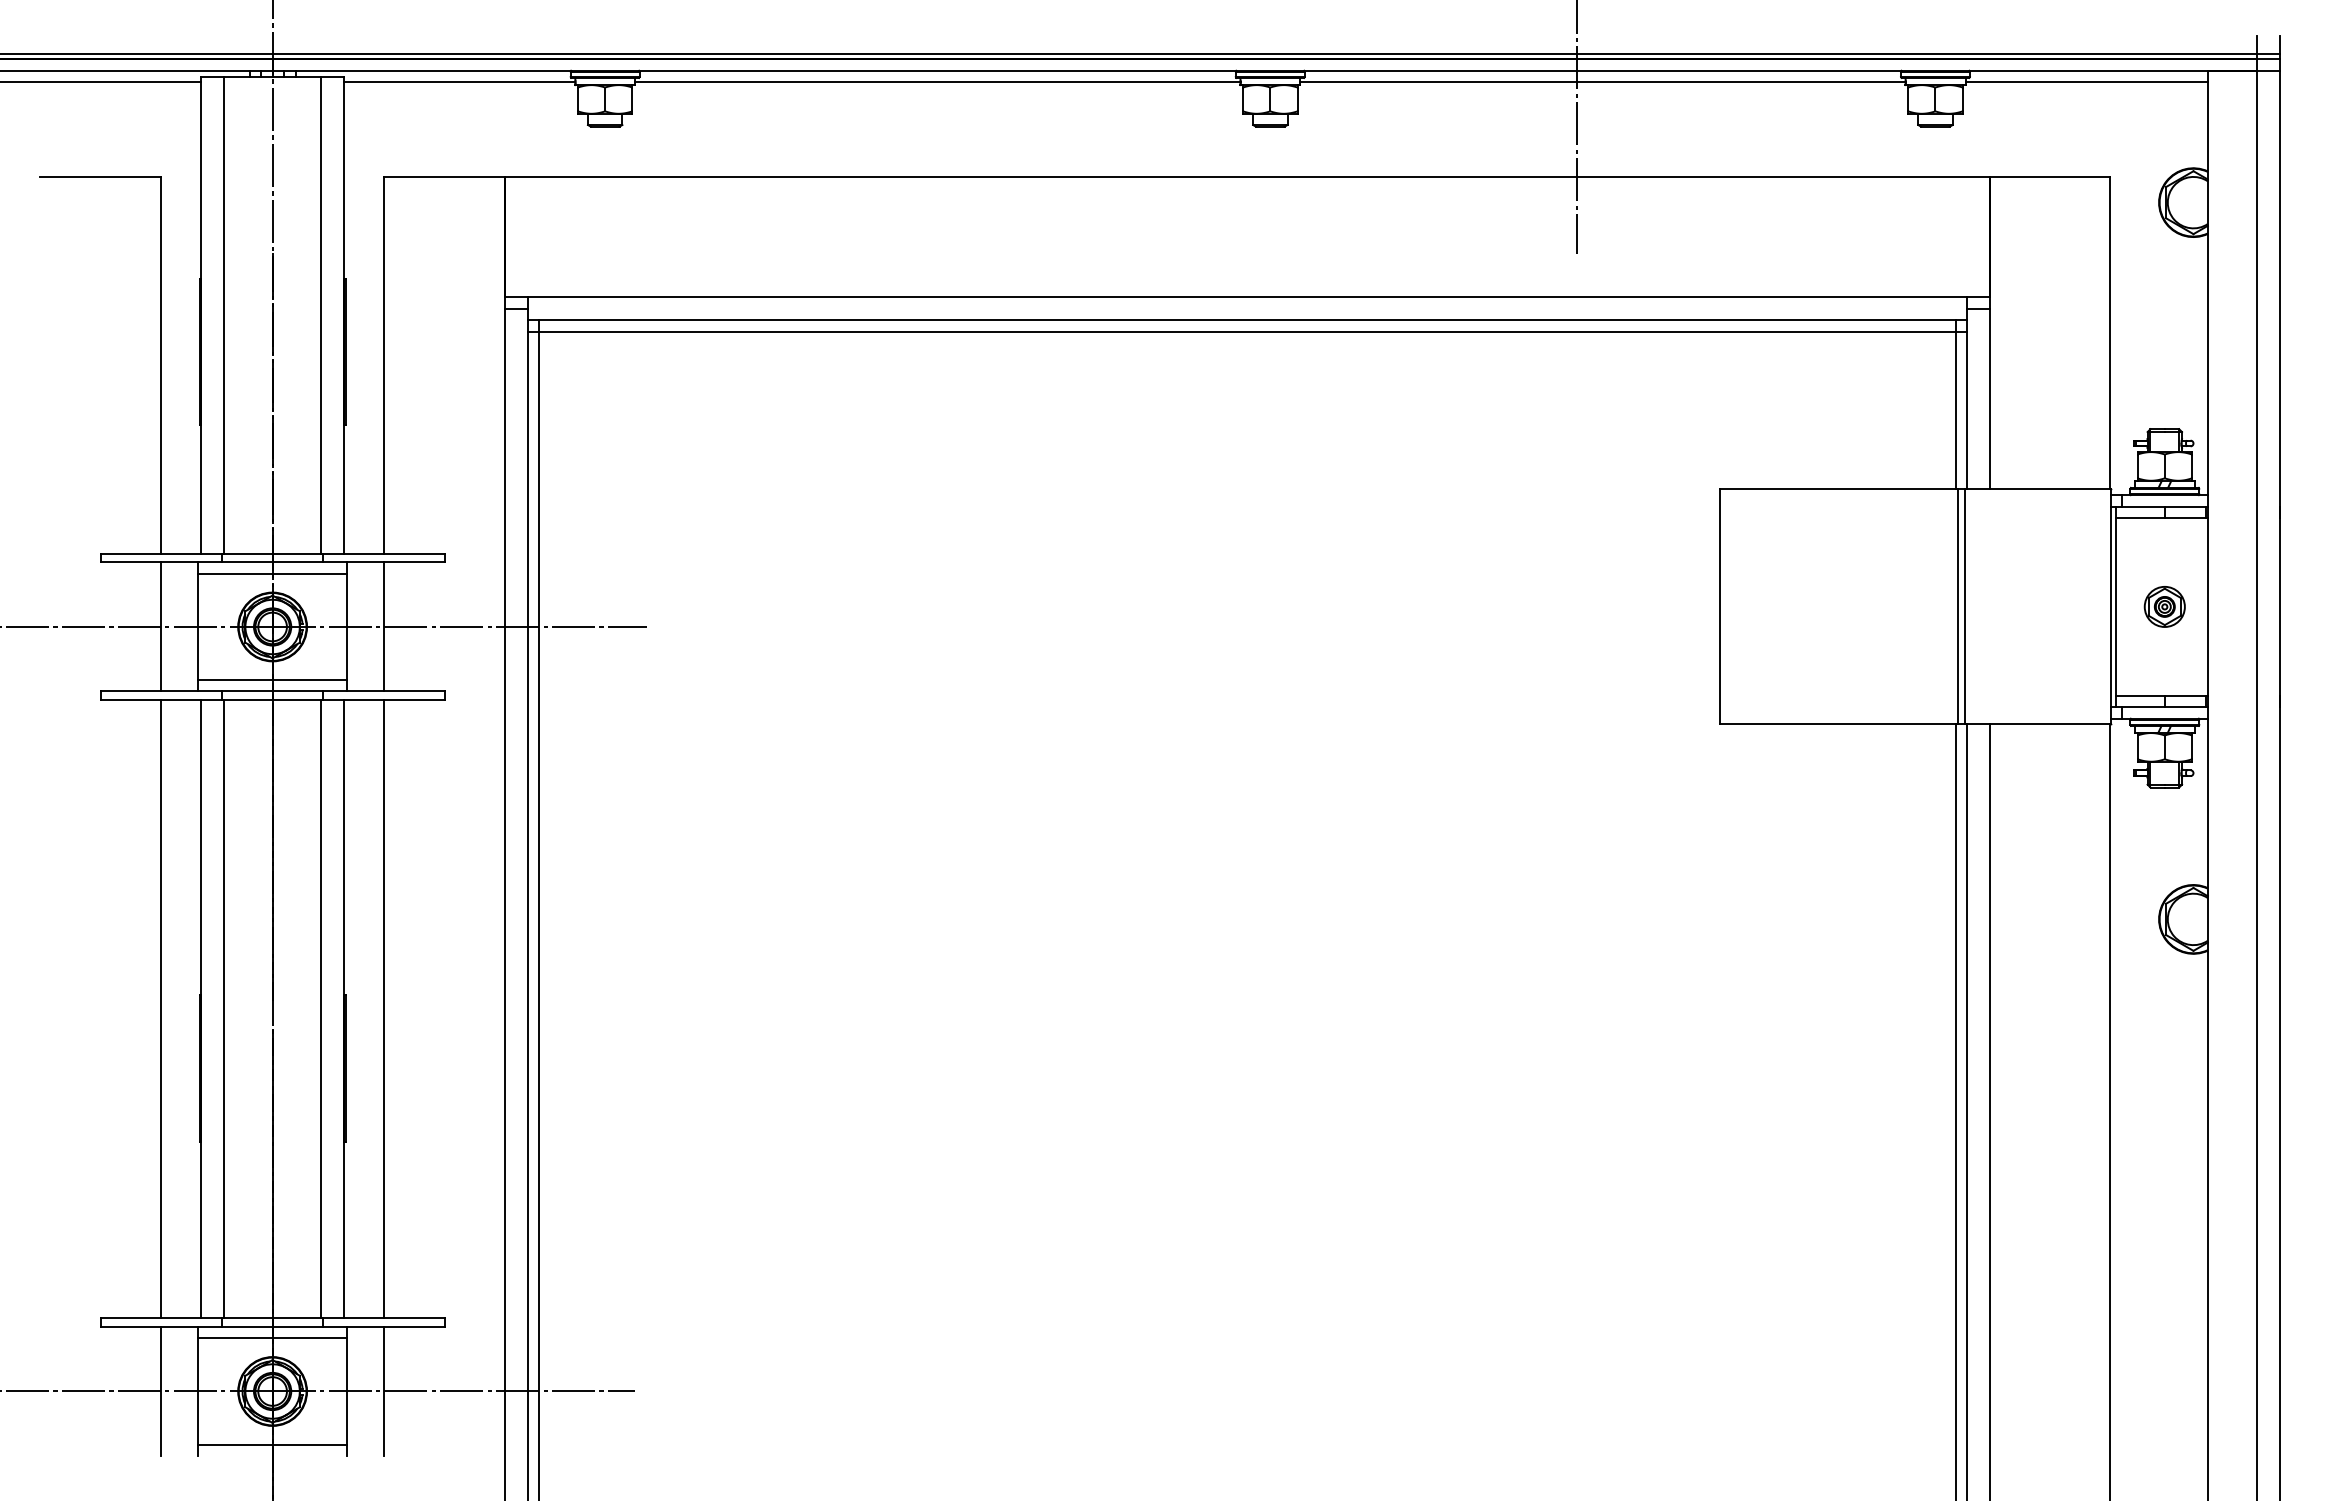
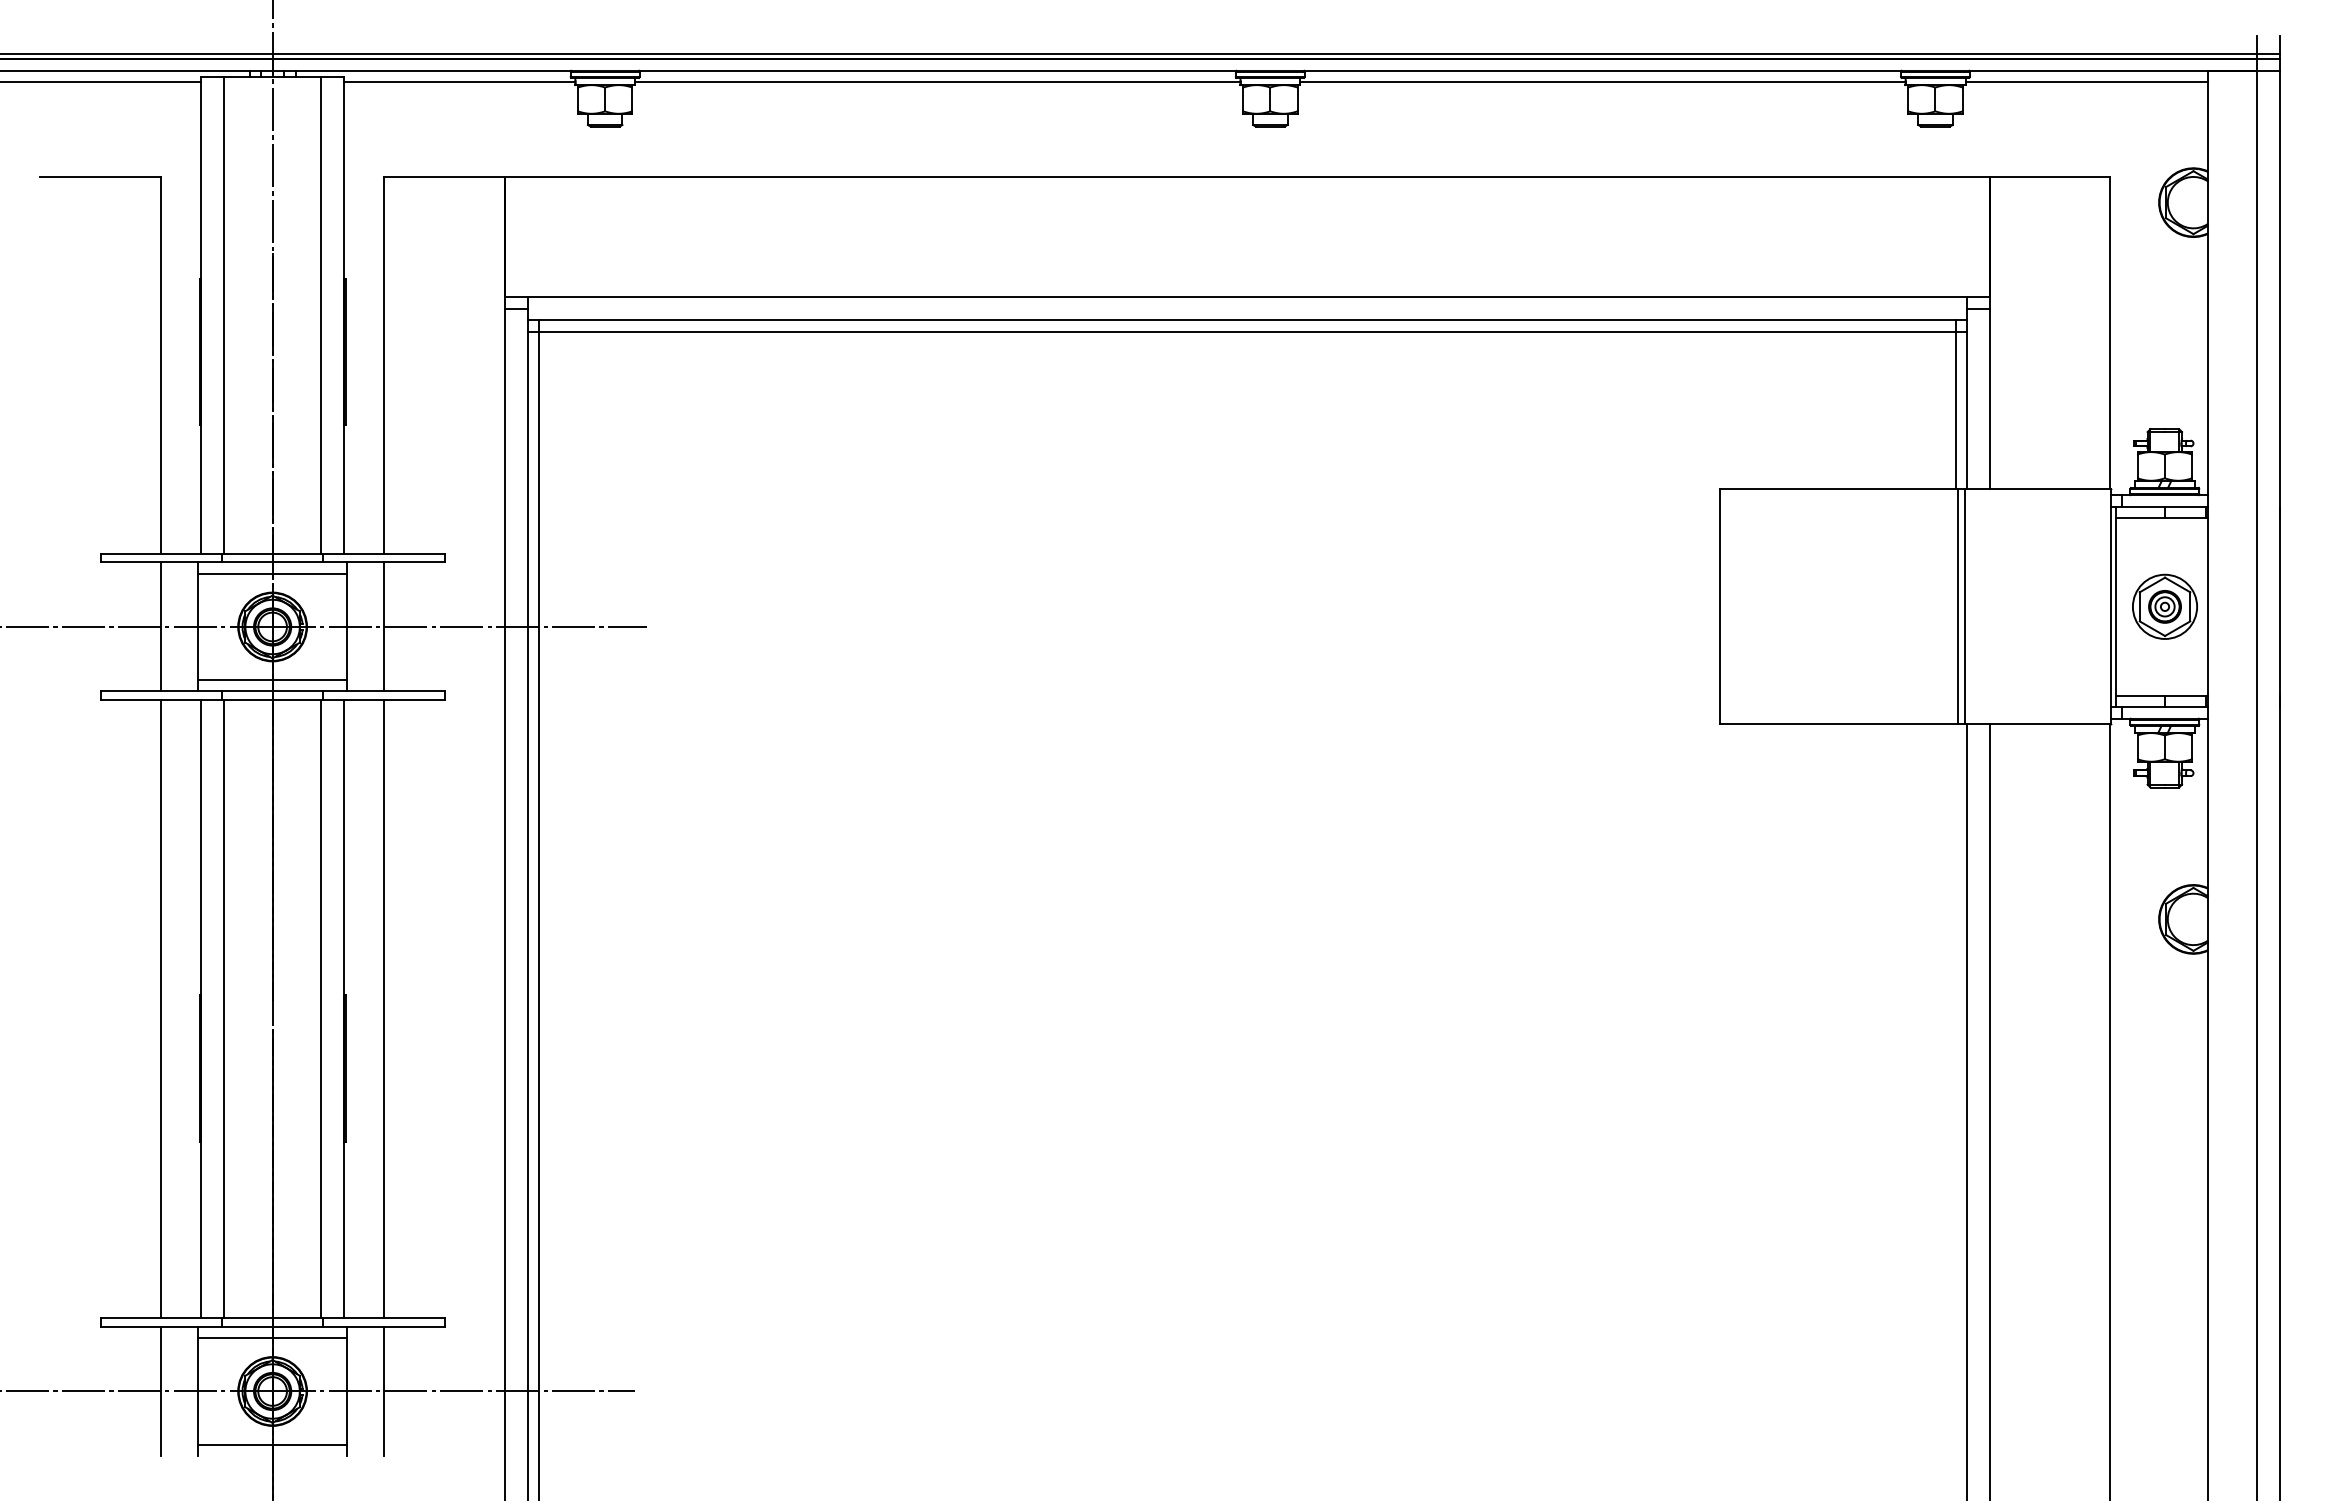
line at (1577, 128): present -> none
part at (2164, 606) size: 43x42 px -> 66x67 px
line at (1955, 1110): present -> none
